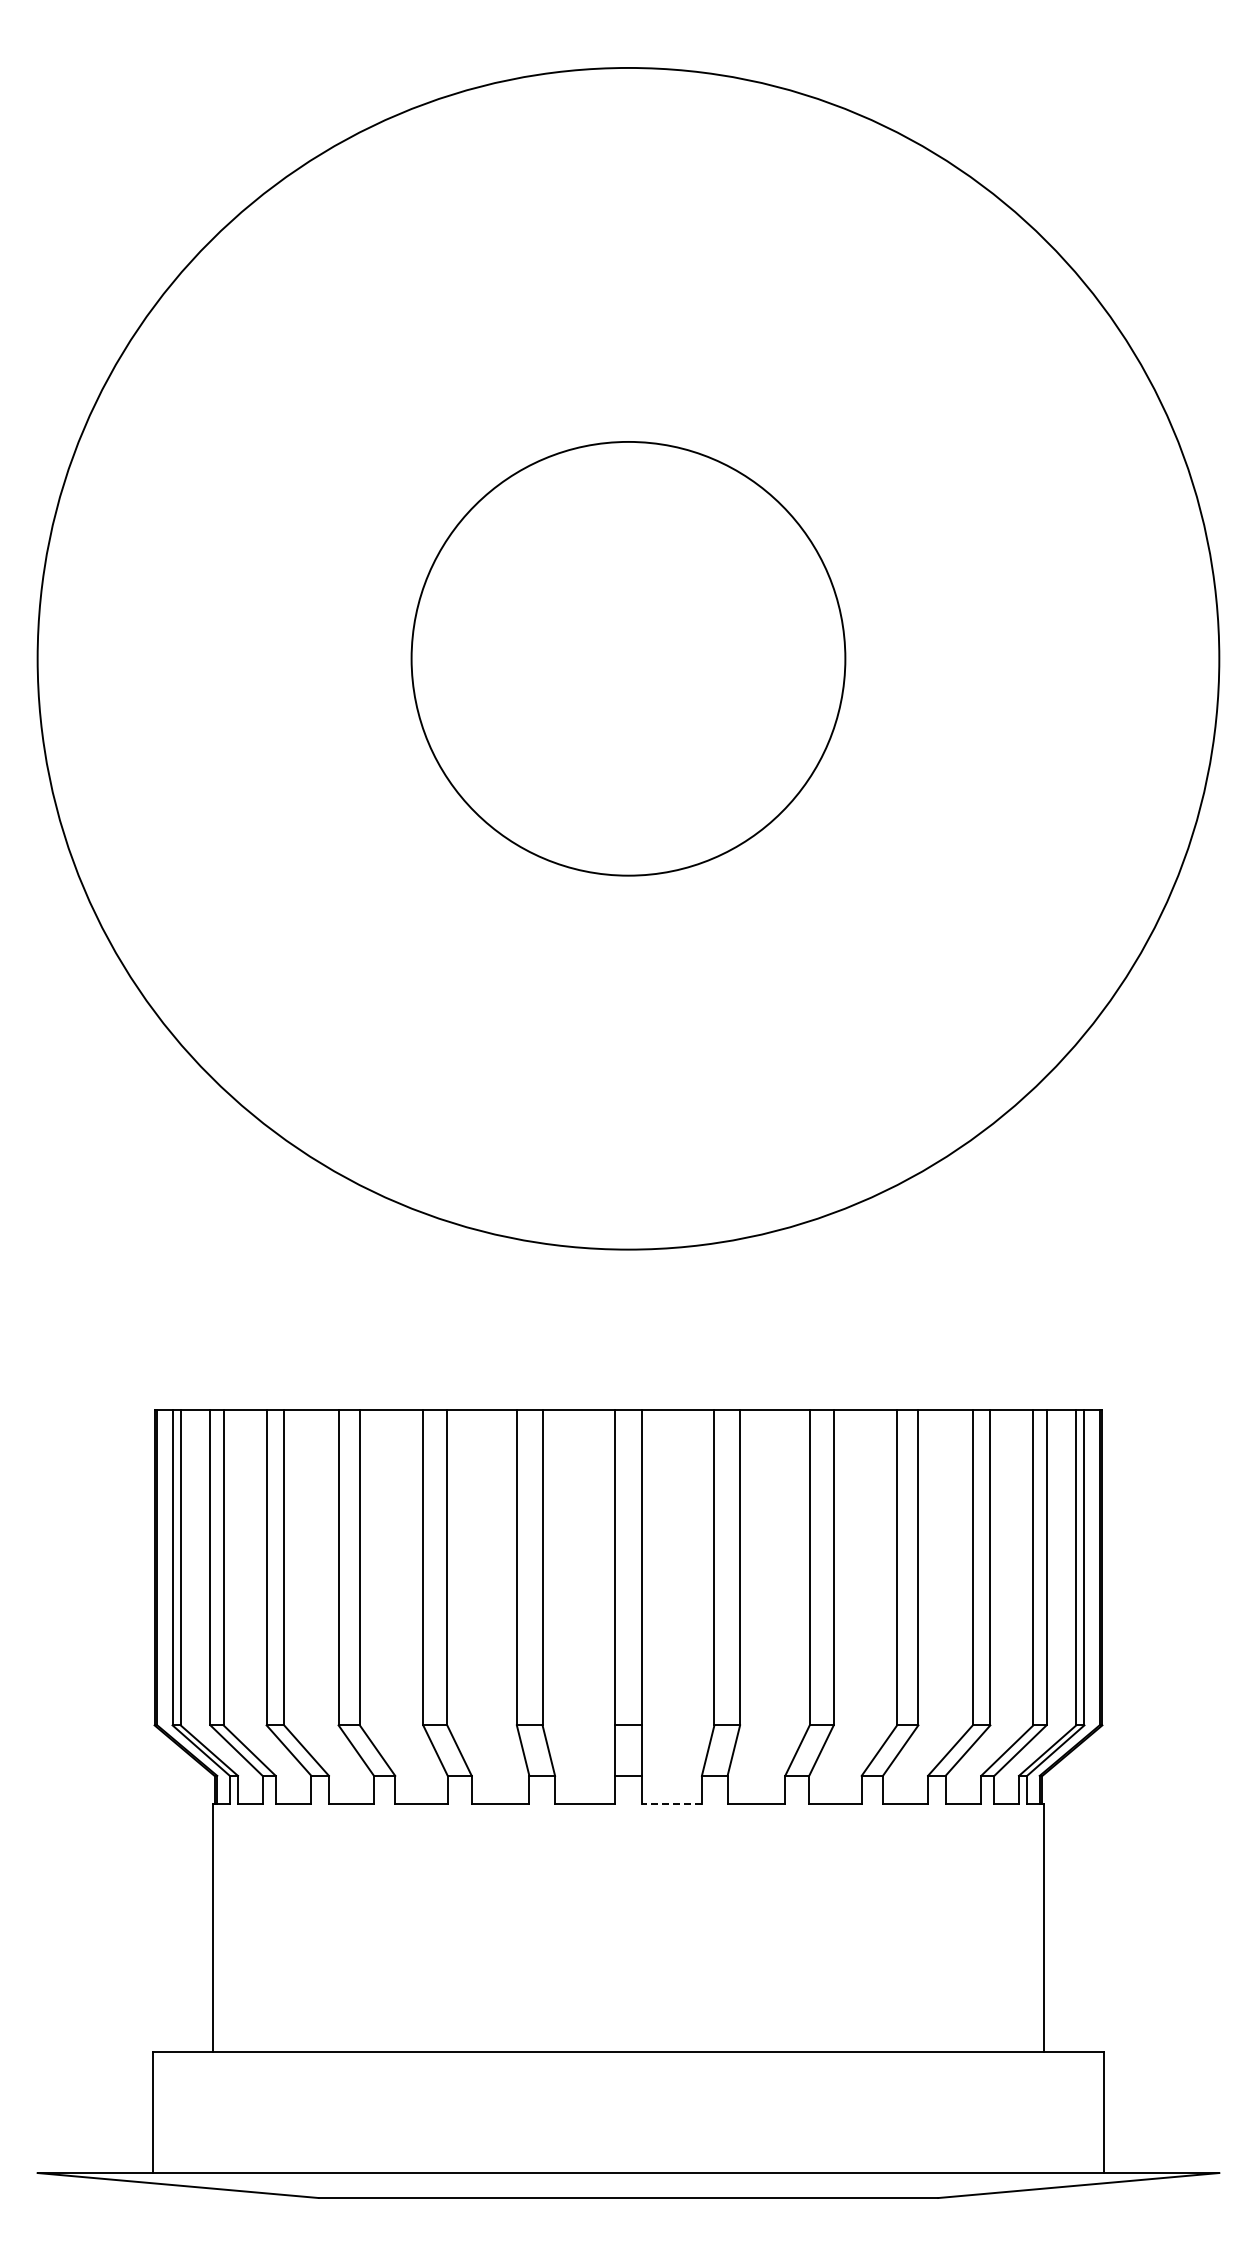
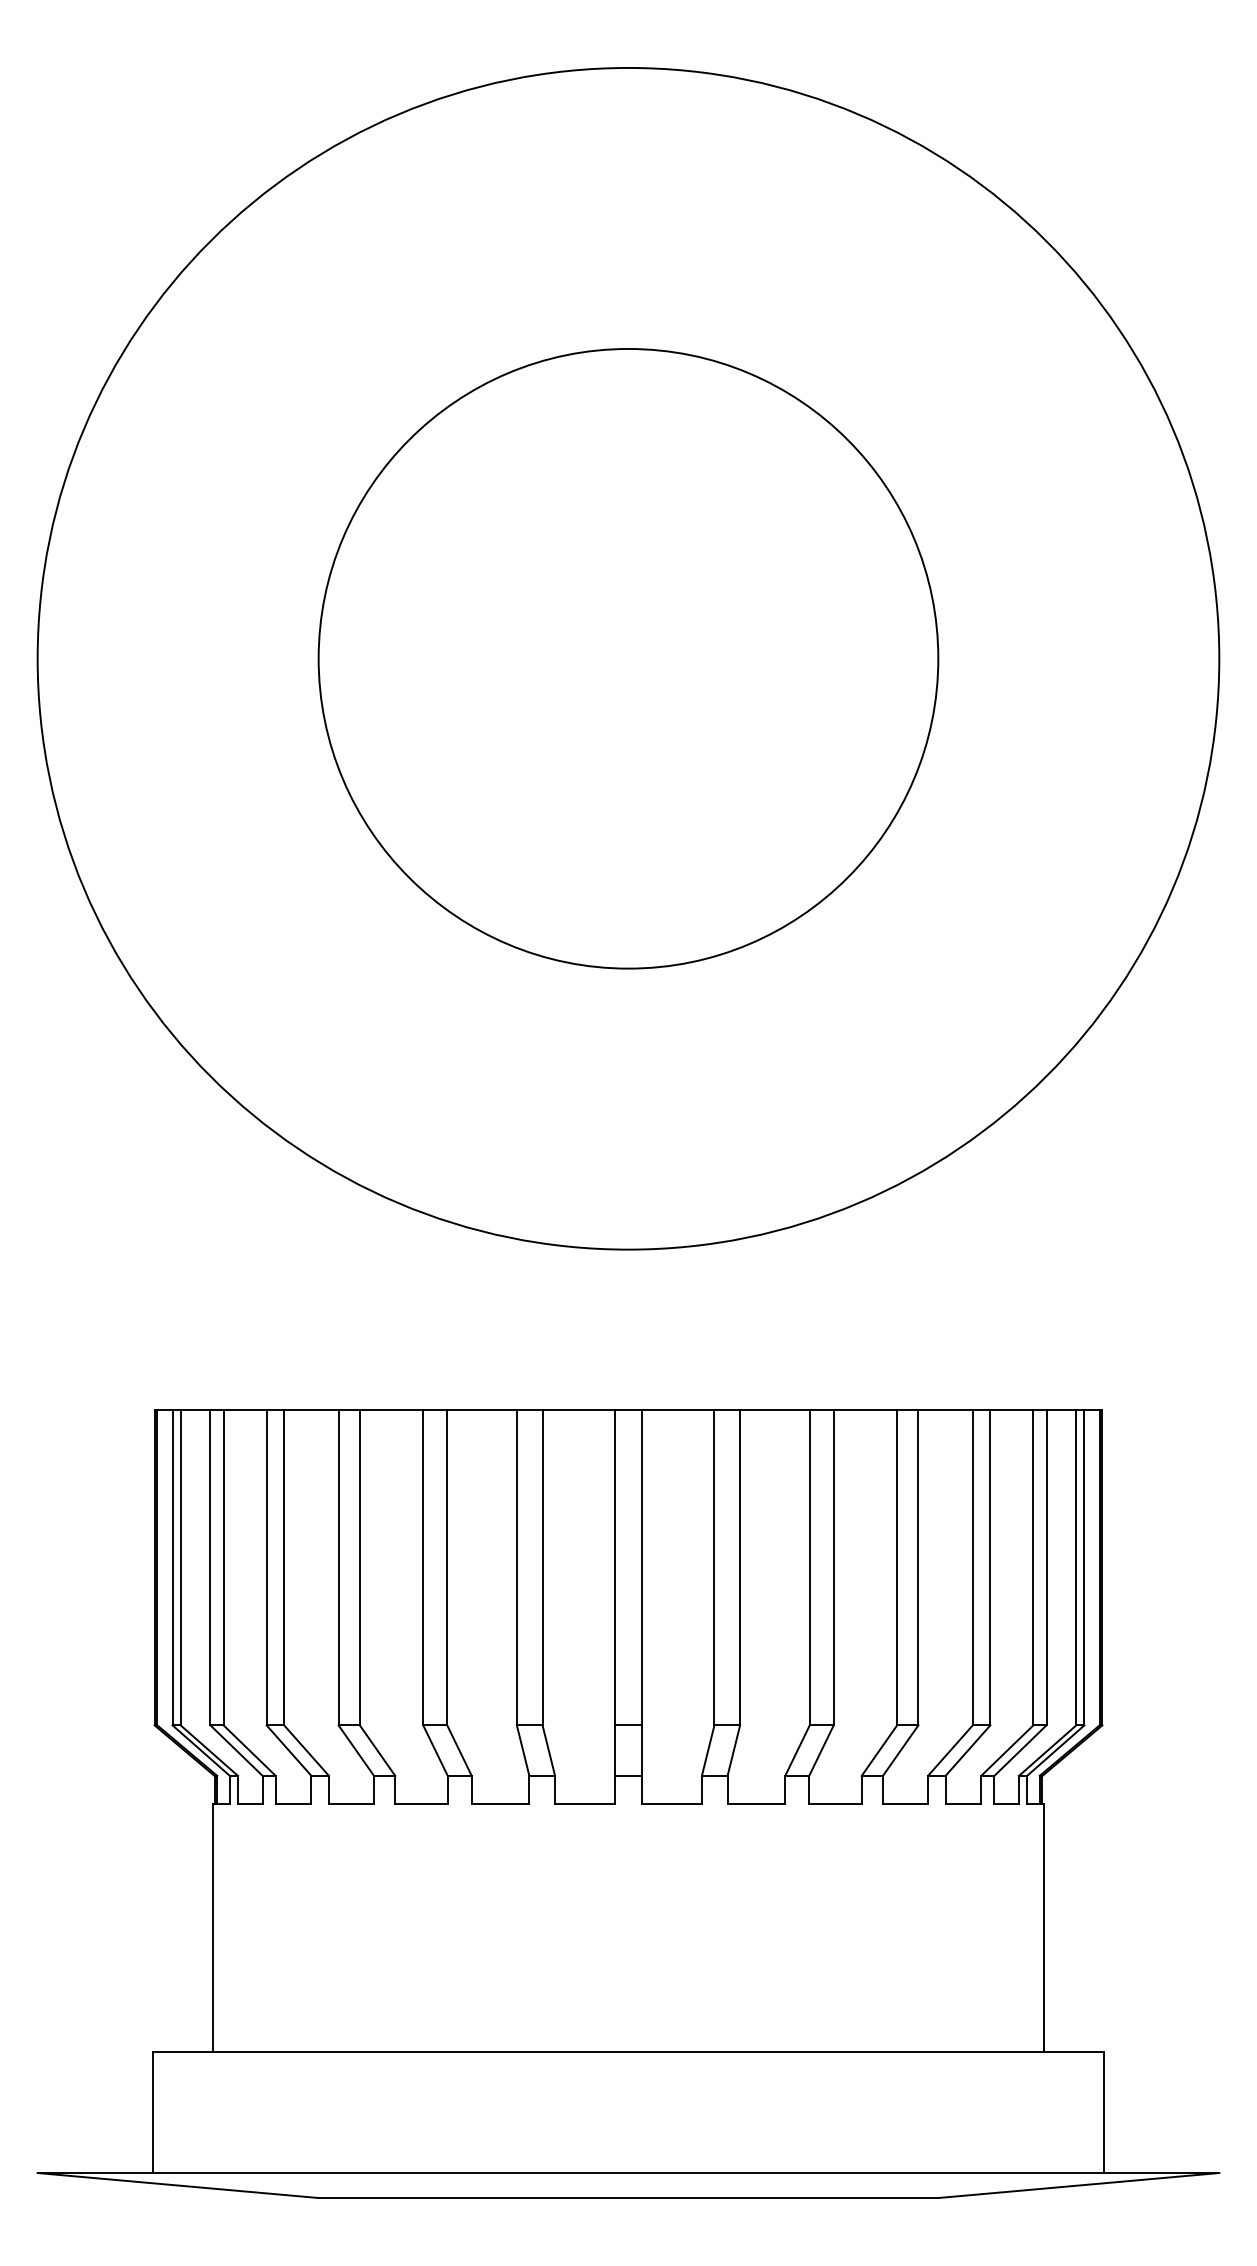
circle at (628, 658) diameter: 434 px -> 620 px
line at (671, 1804): dashed -> solid
